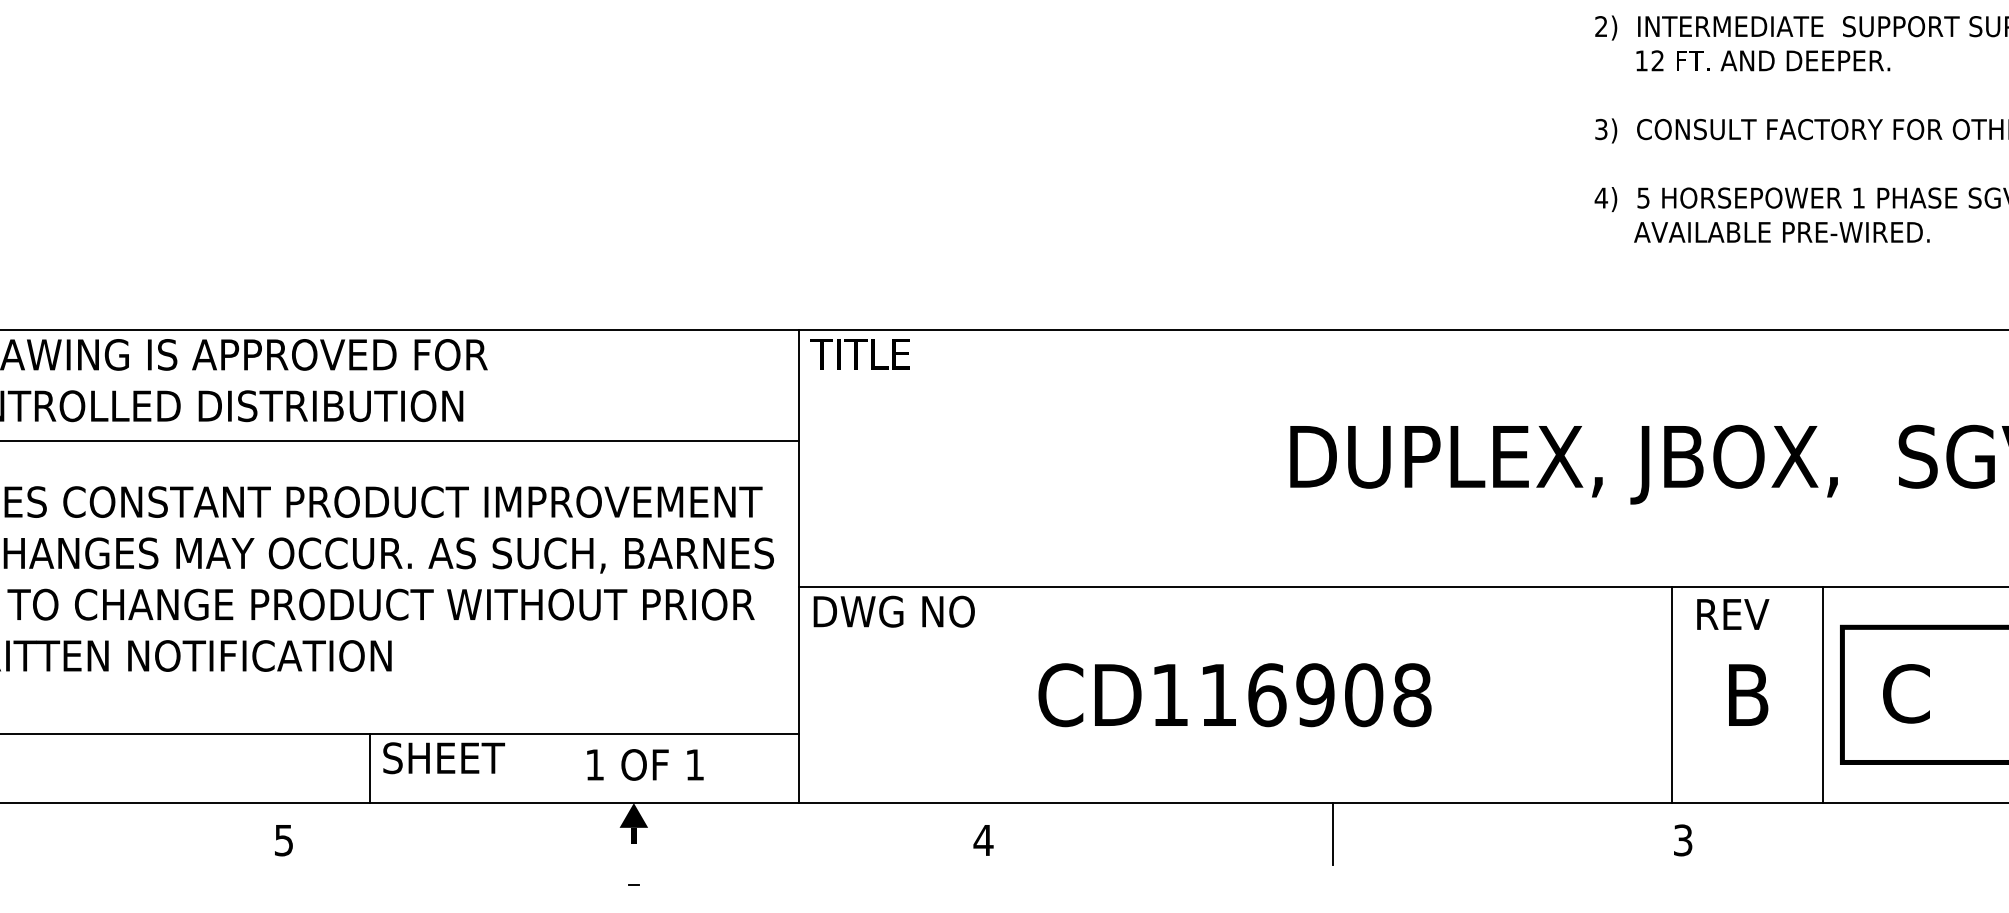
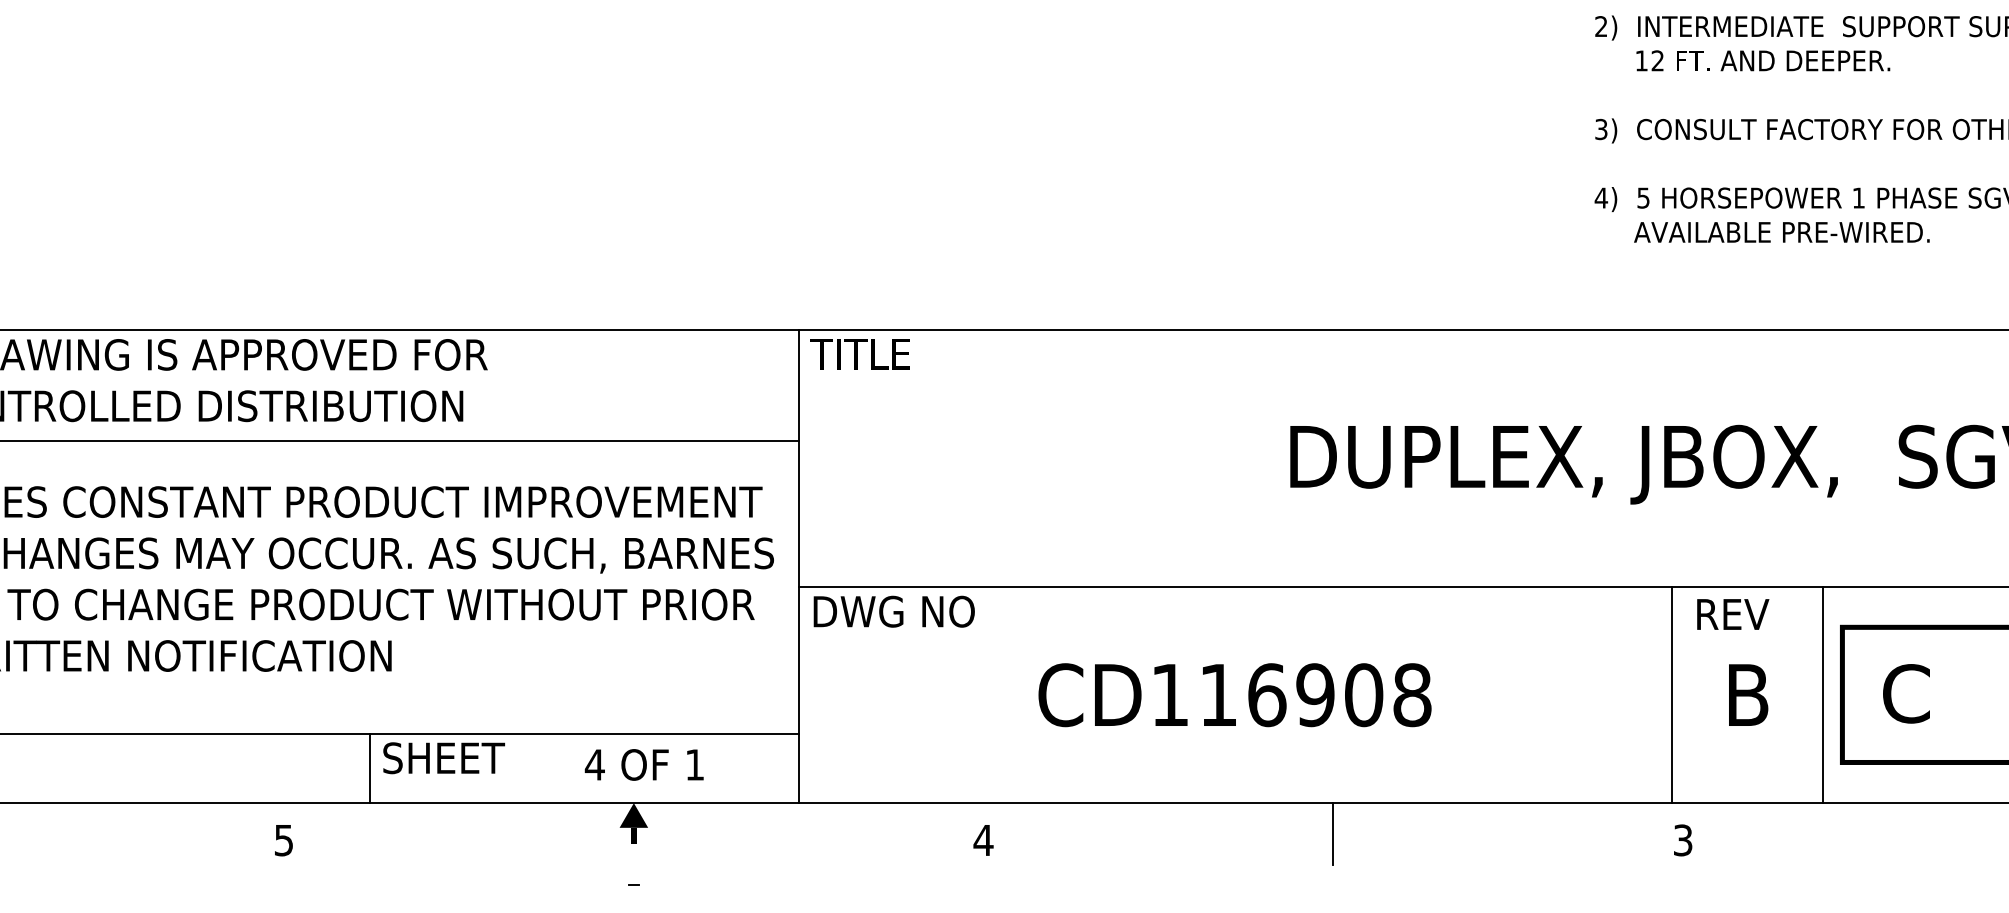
text at (594, 764): 1 -> 4
